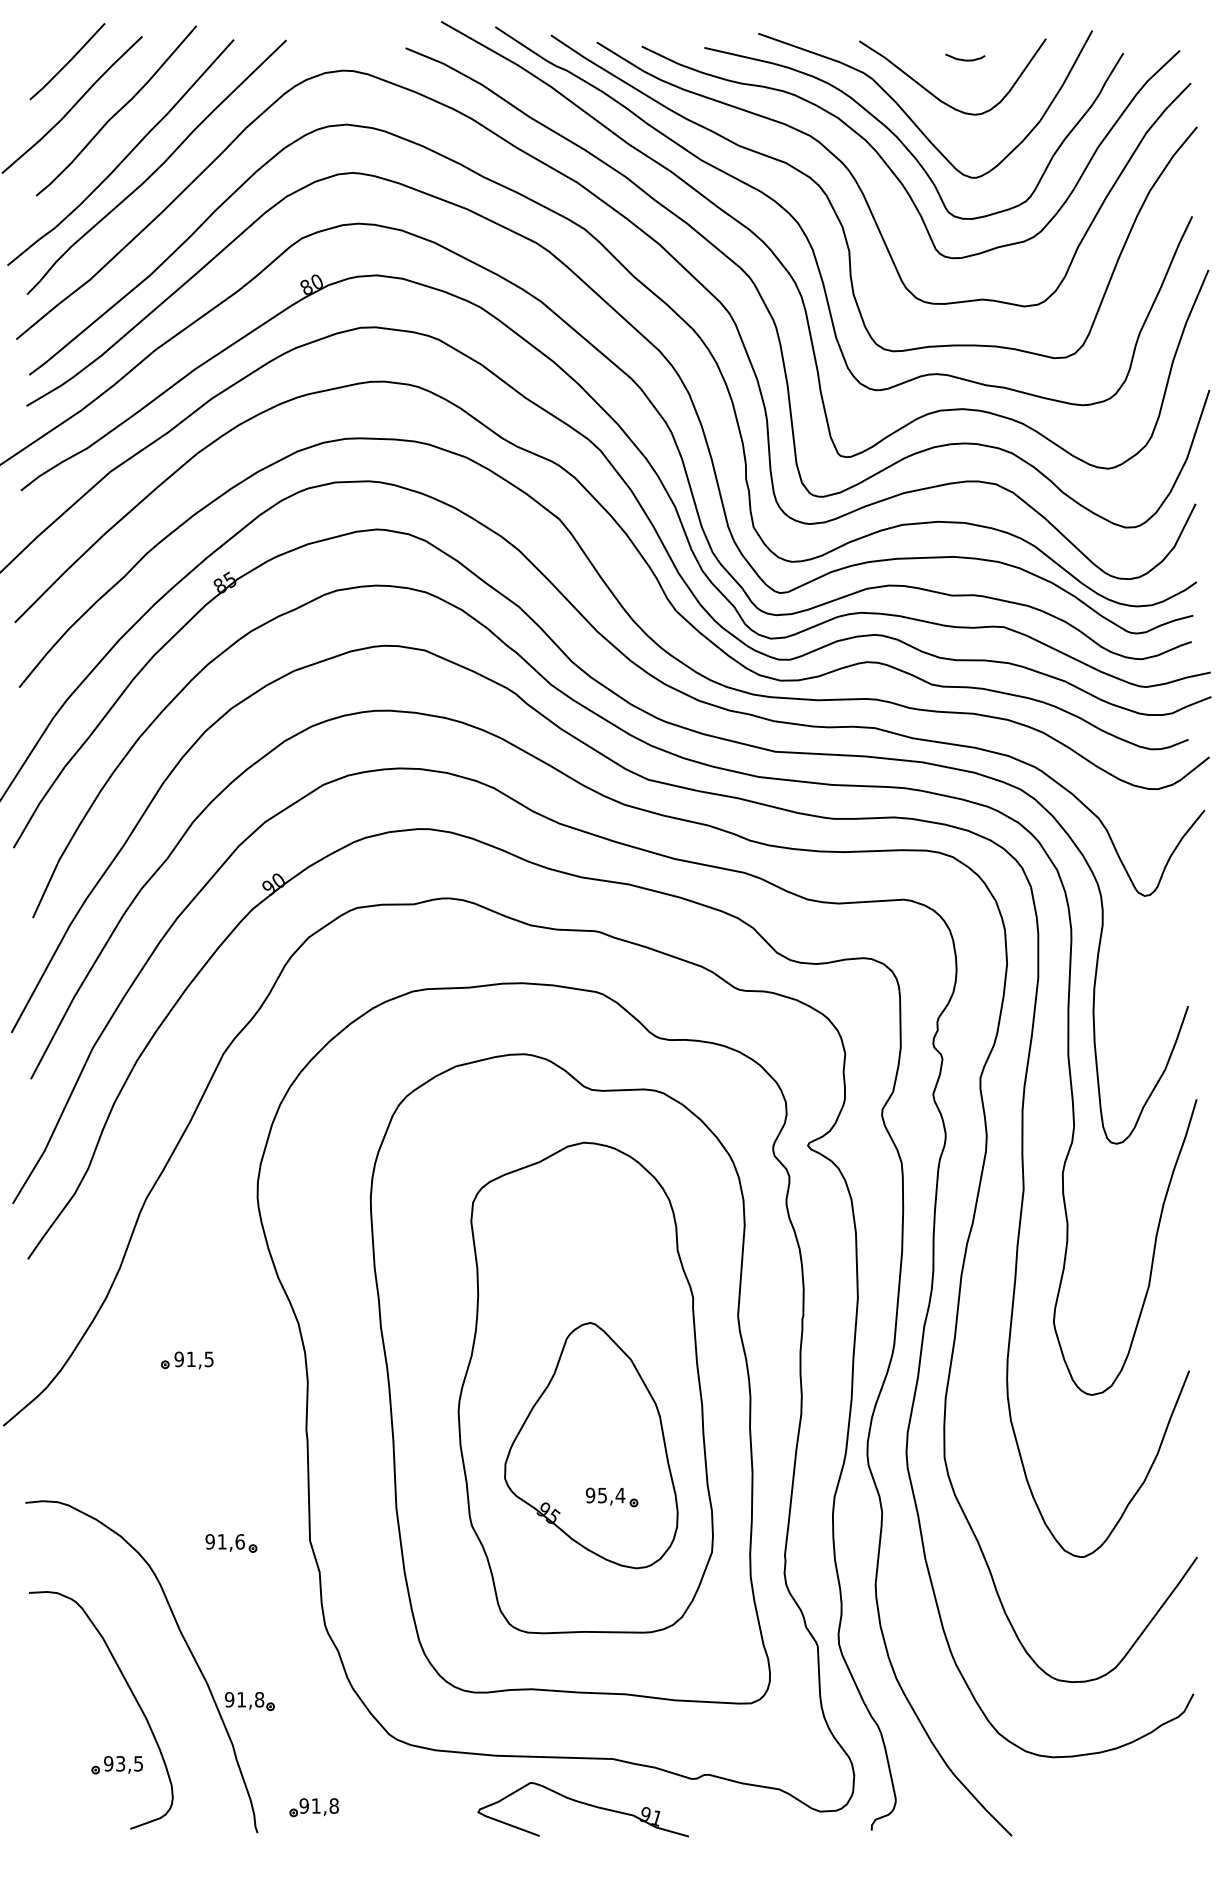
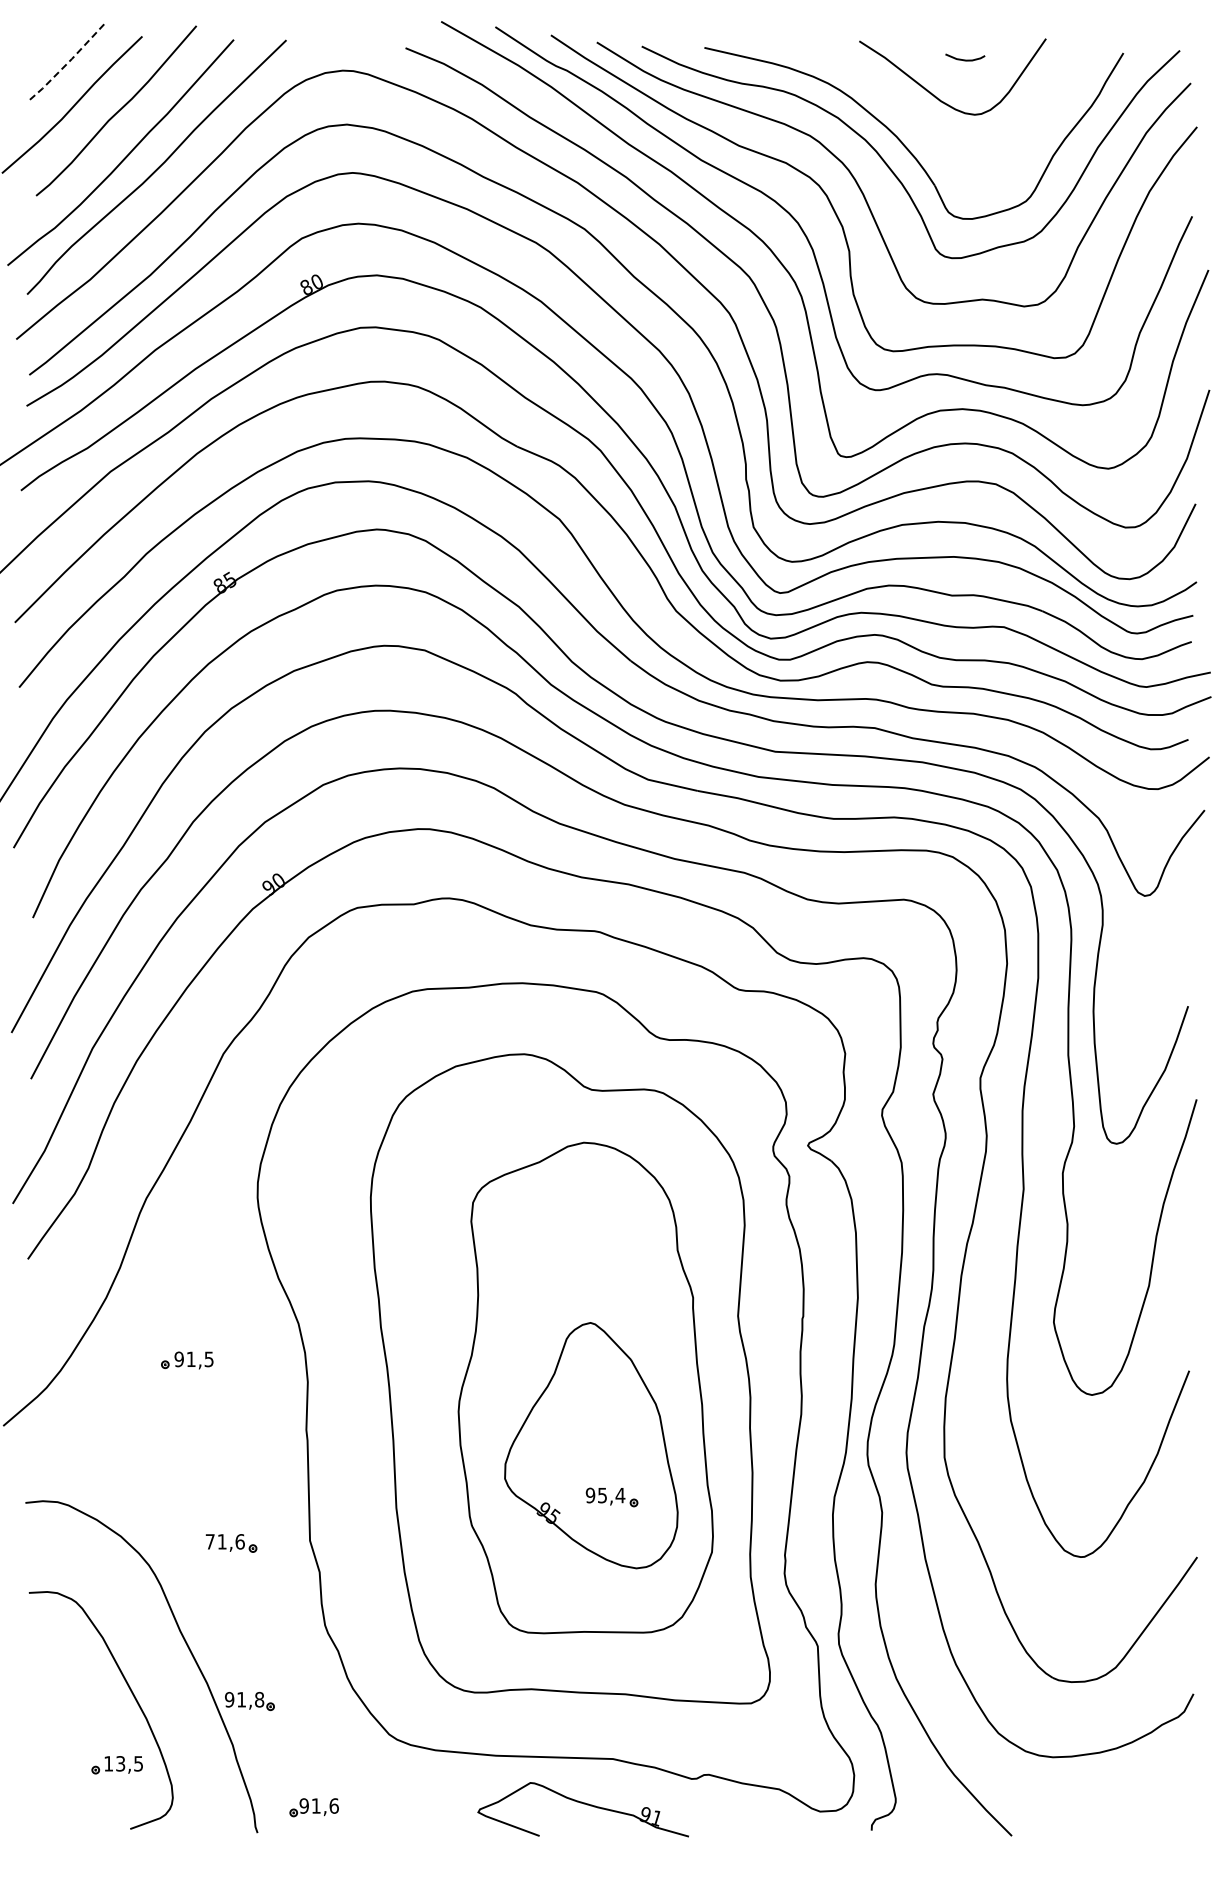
line at (68, 62): solid -> dashed
curve at (911, 118): present -> none
text at (209, 1541): 91,6 -> 71,6
text at (108, 1763): 93,5 -> 13,5
text at (333, 1805): 91,8 -> 91,6
